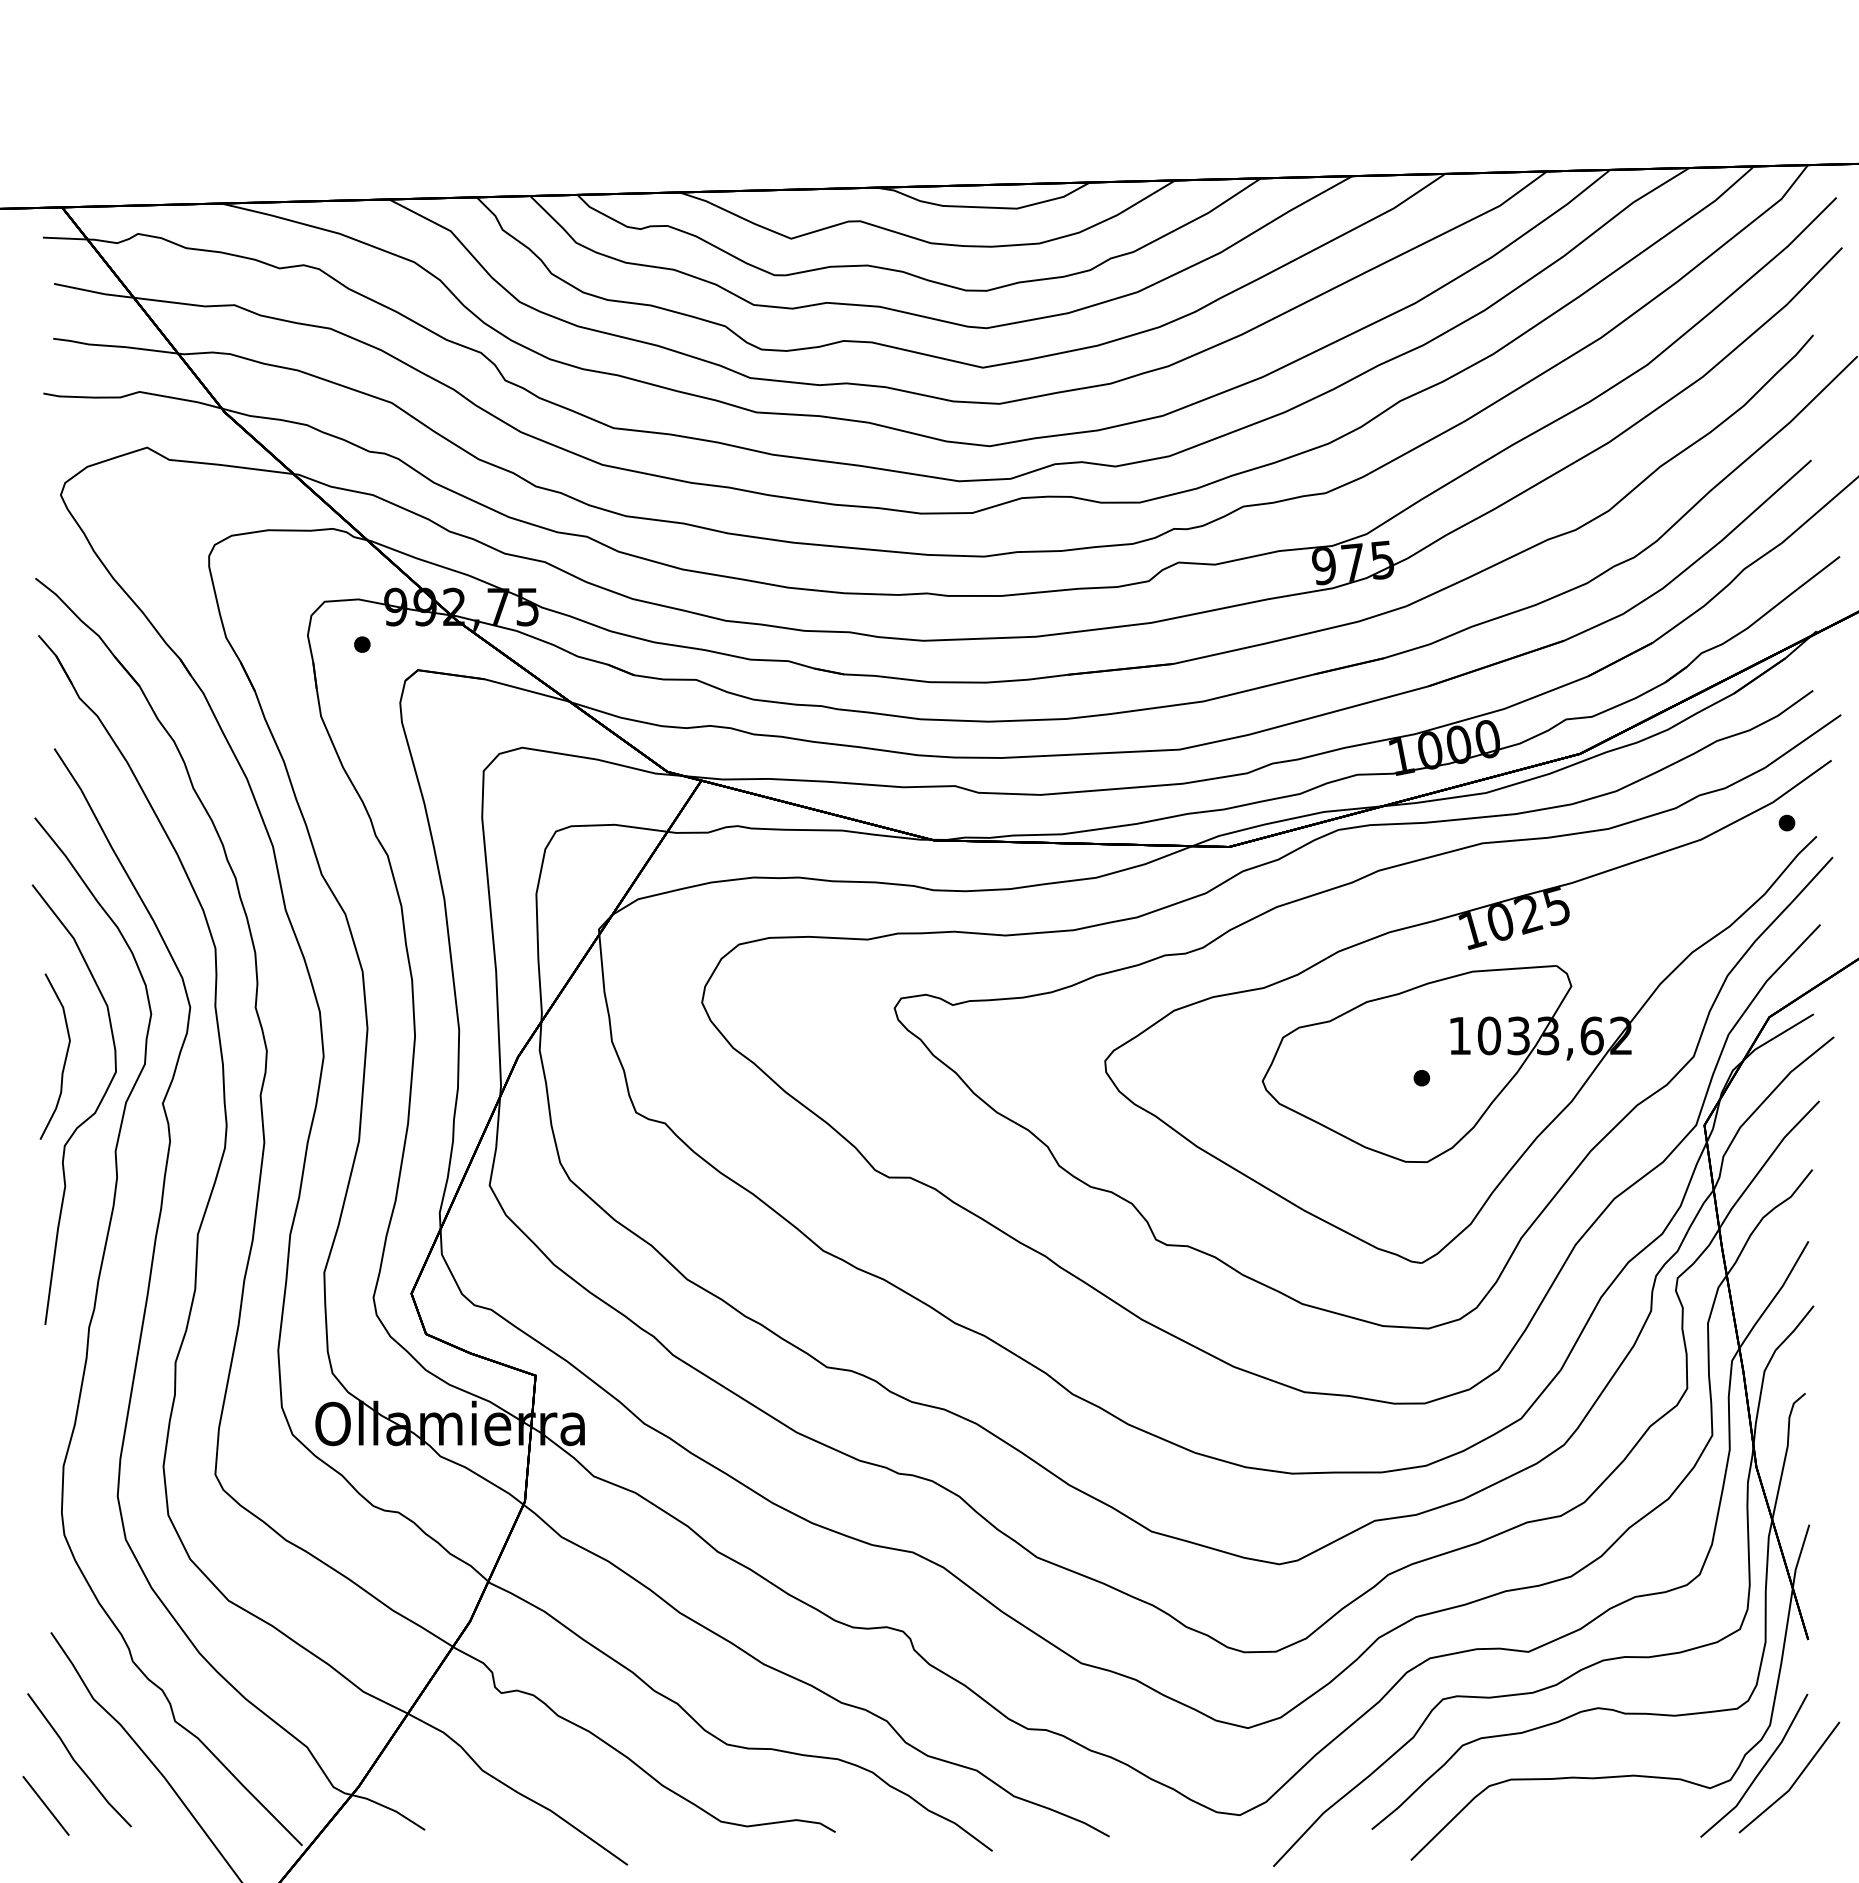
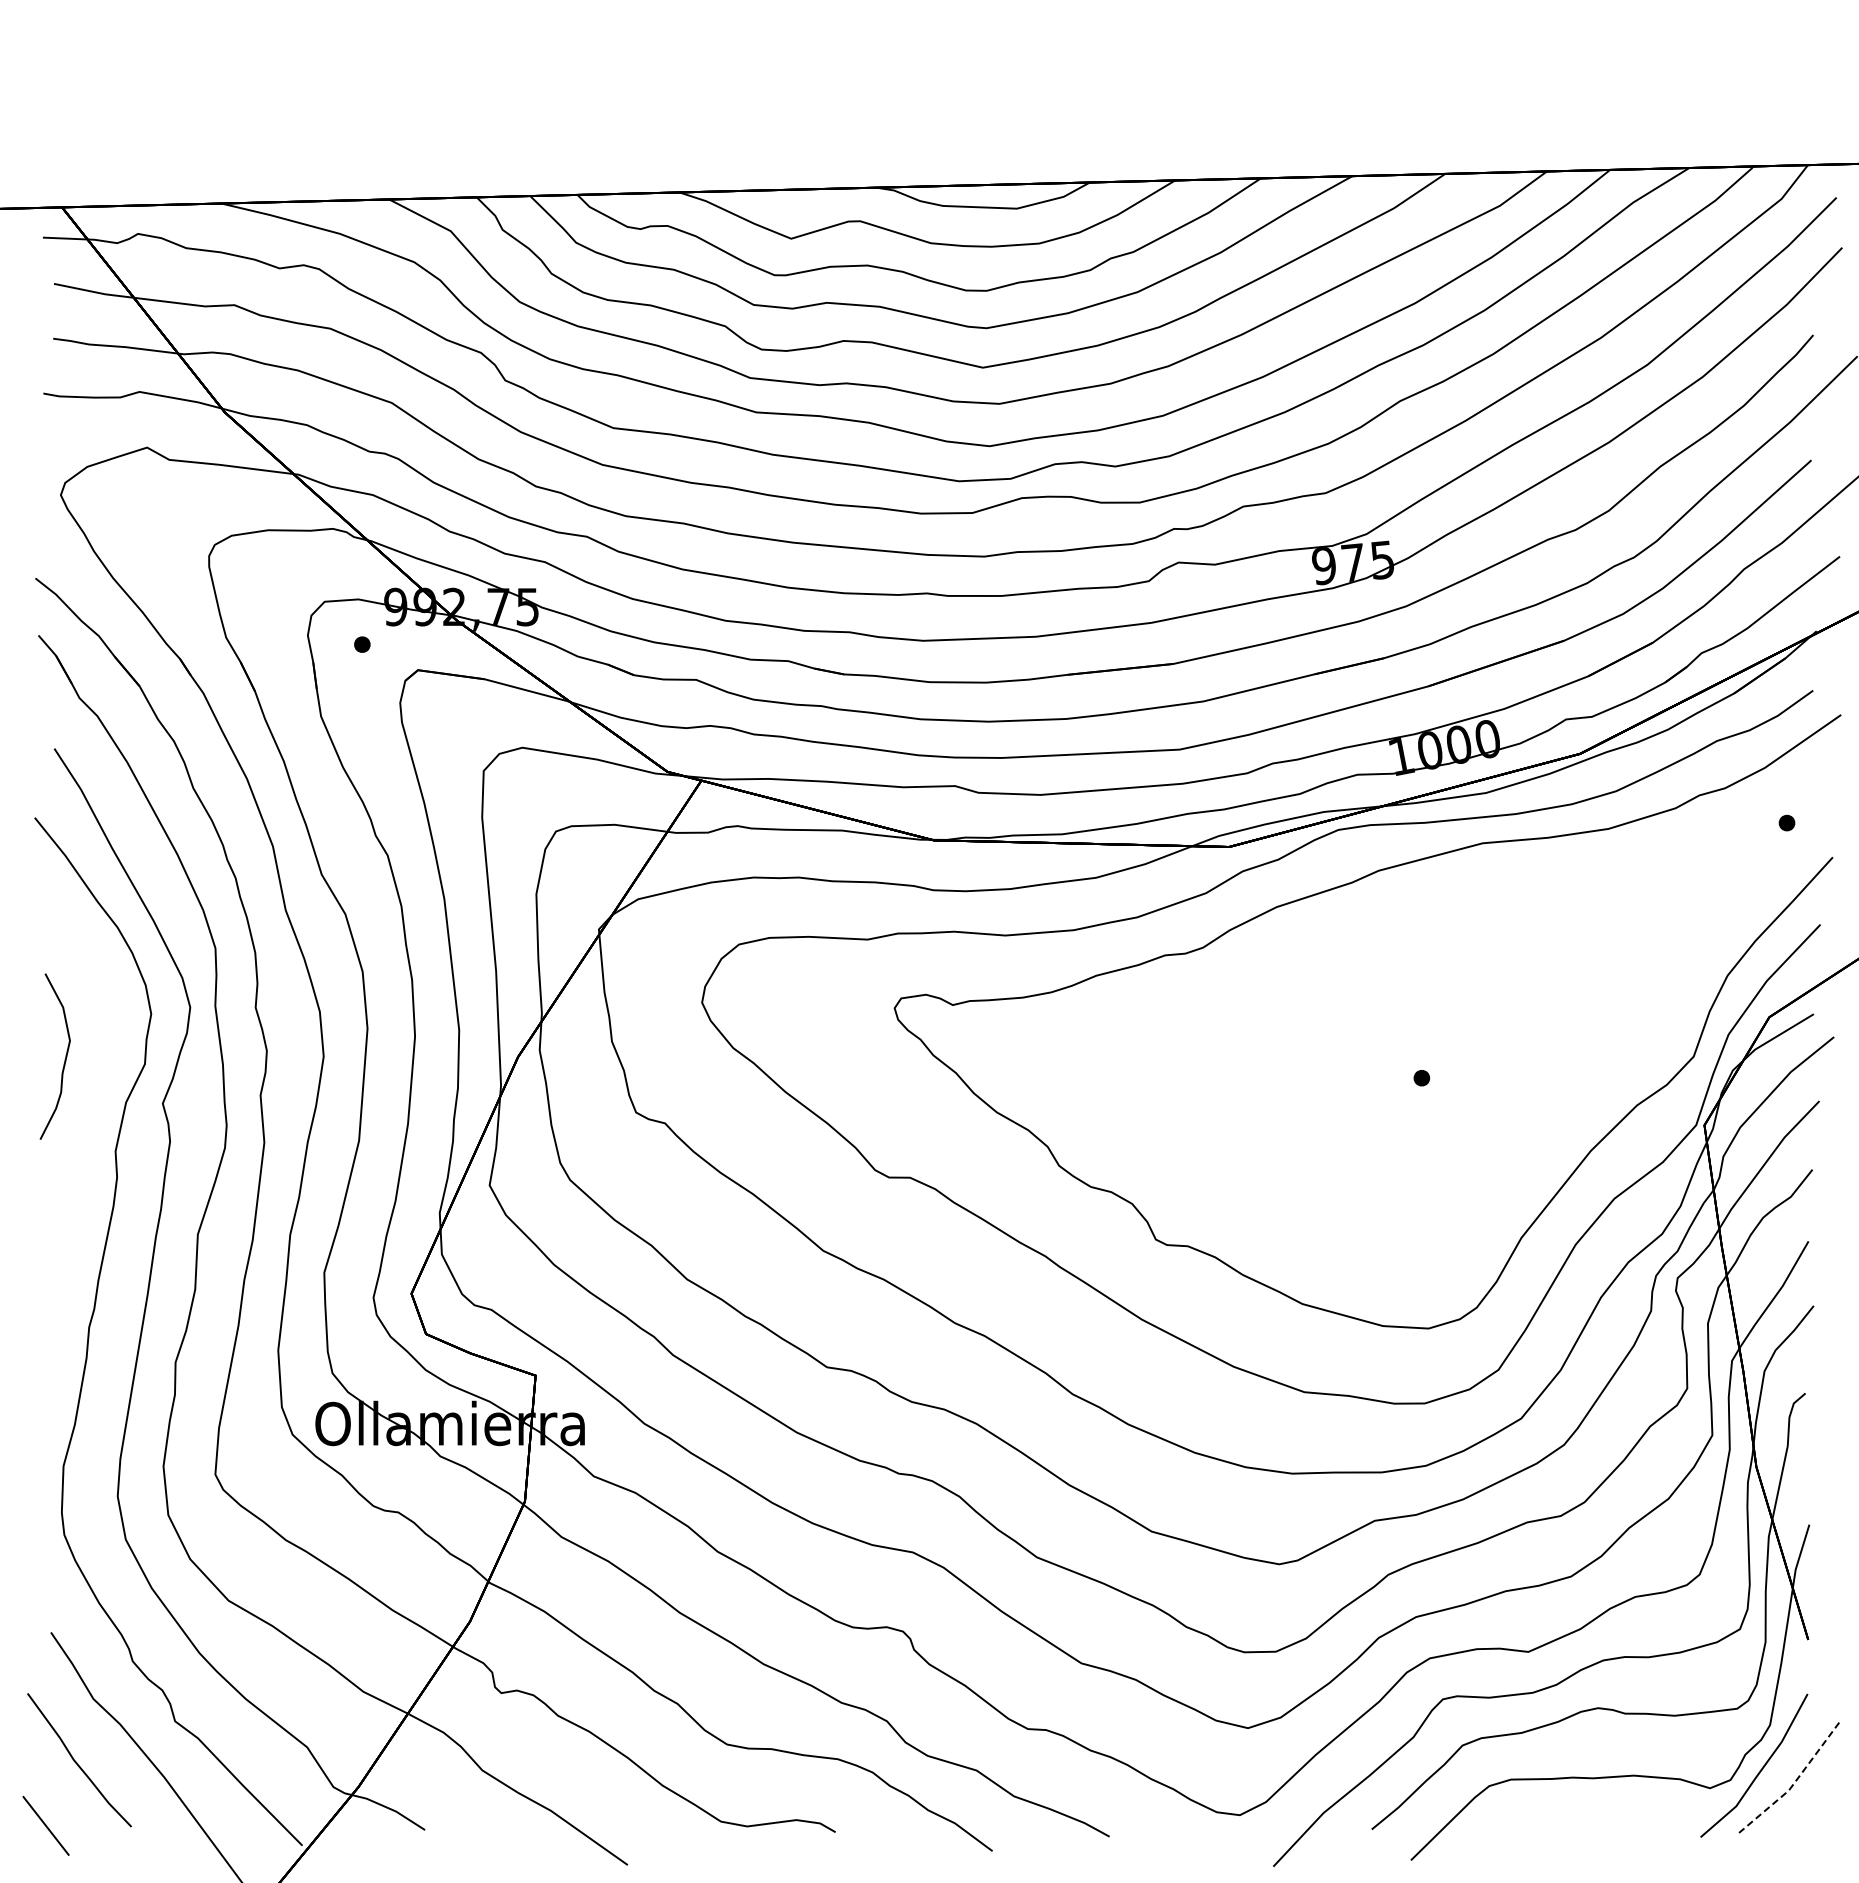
part at (1467, 1011): present -> none
curve at (85, 1119): present -> none
line at (1794, 1782): solid -> dashed
line at (45, 1805) position: (45, 1805) -> (45, 1825)
